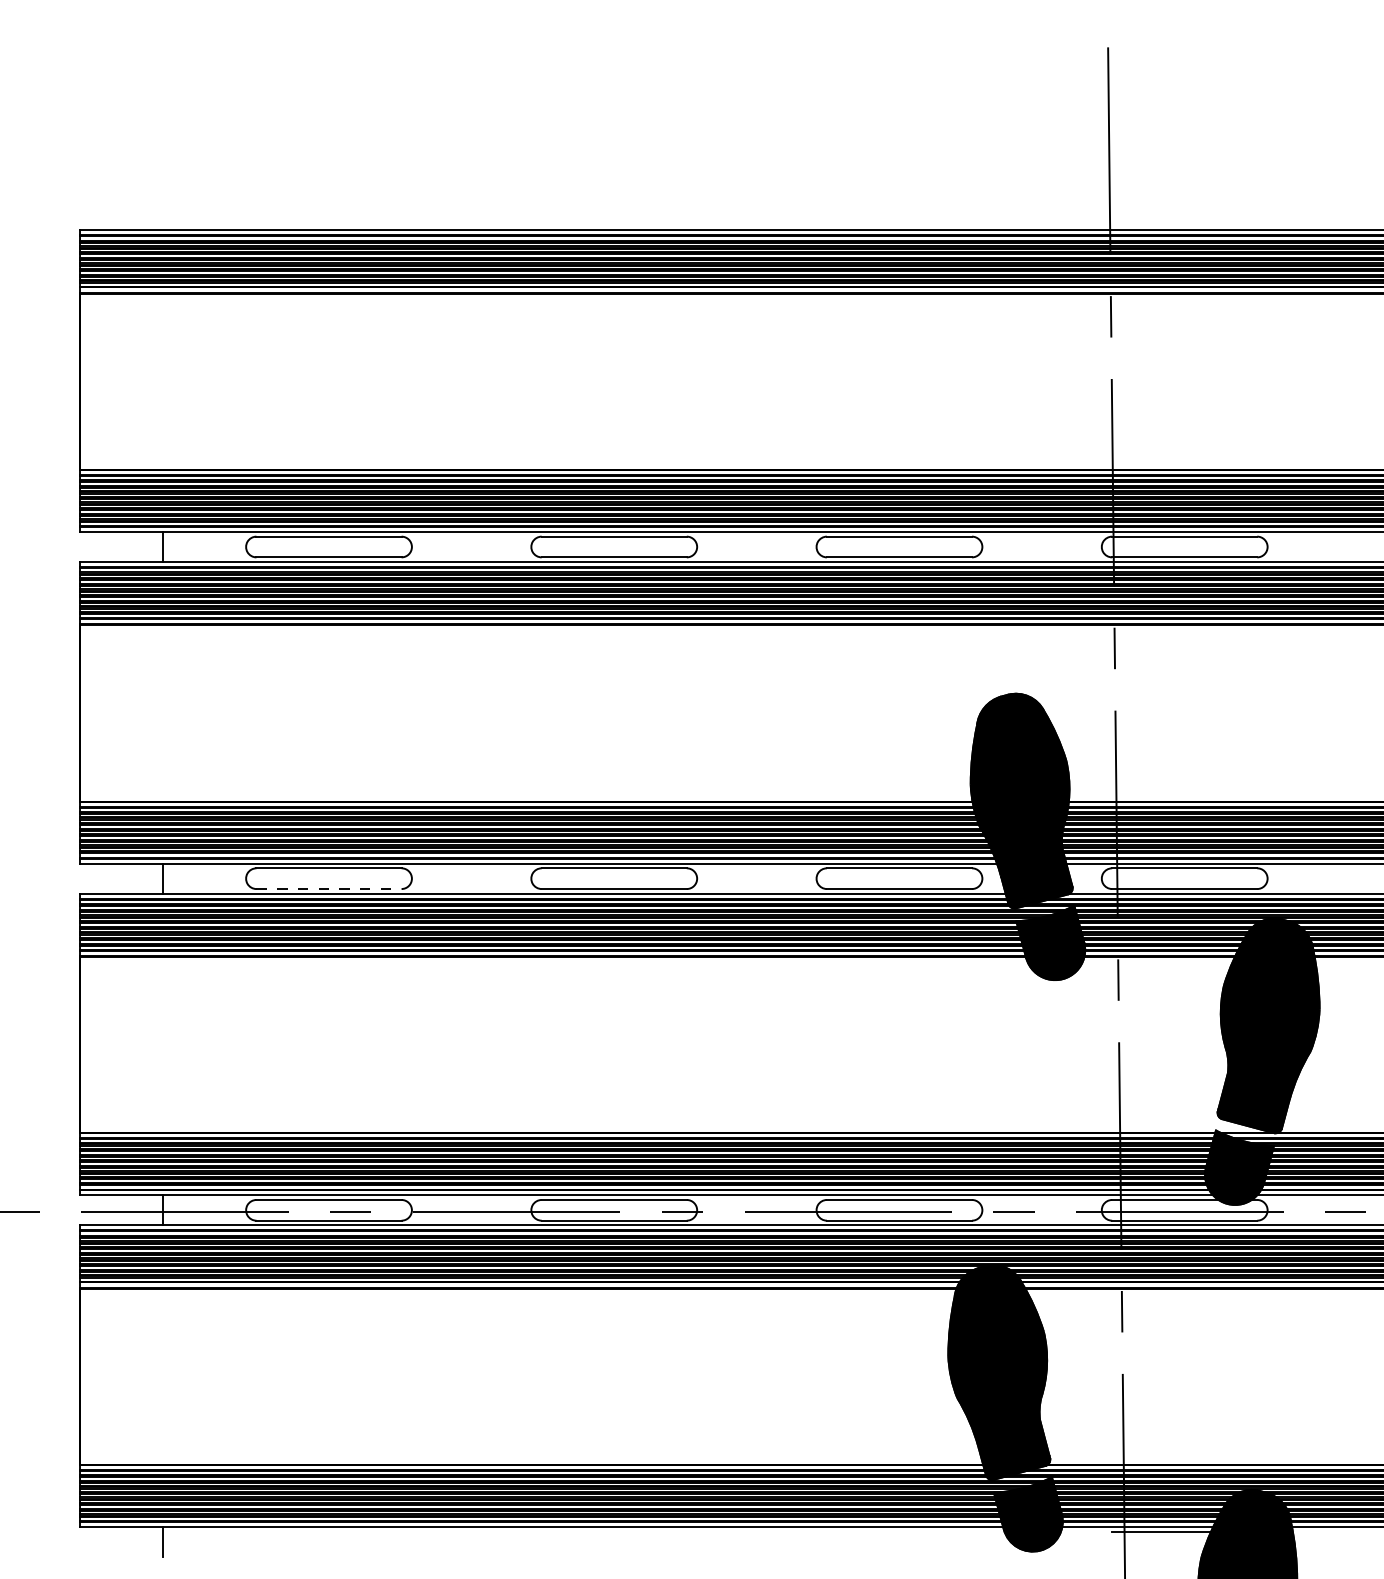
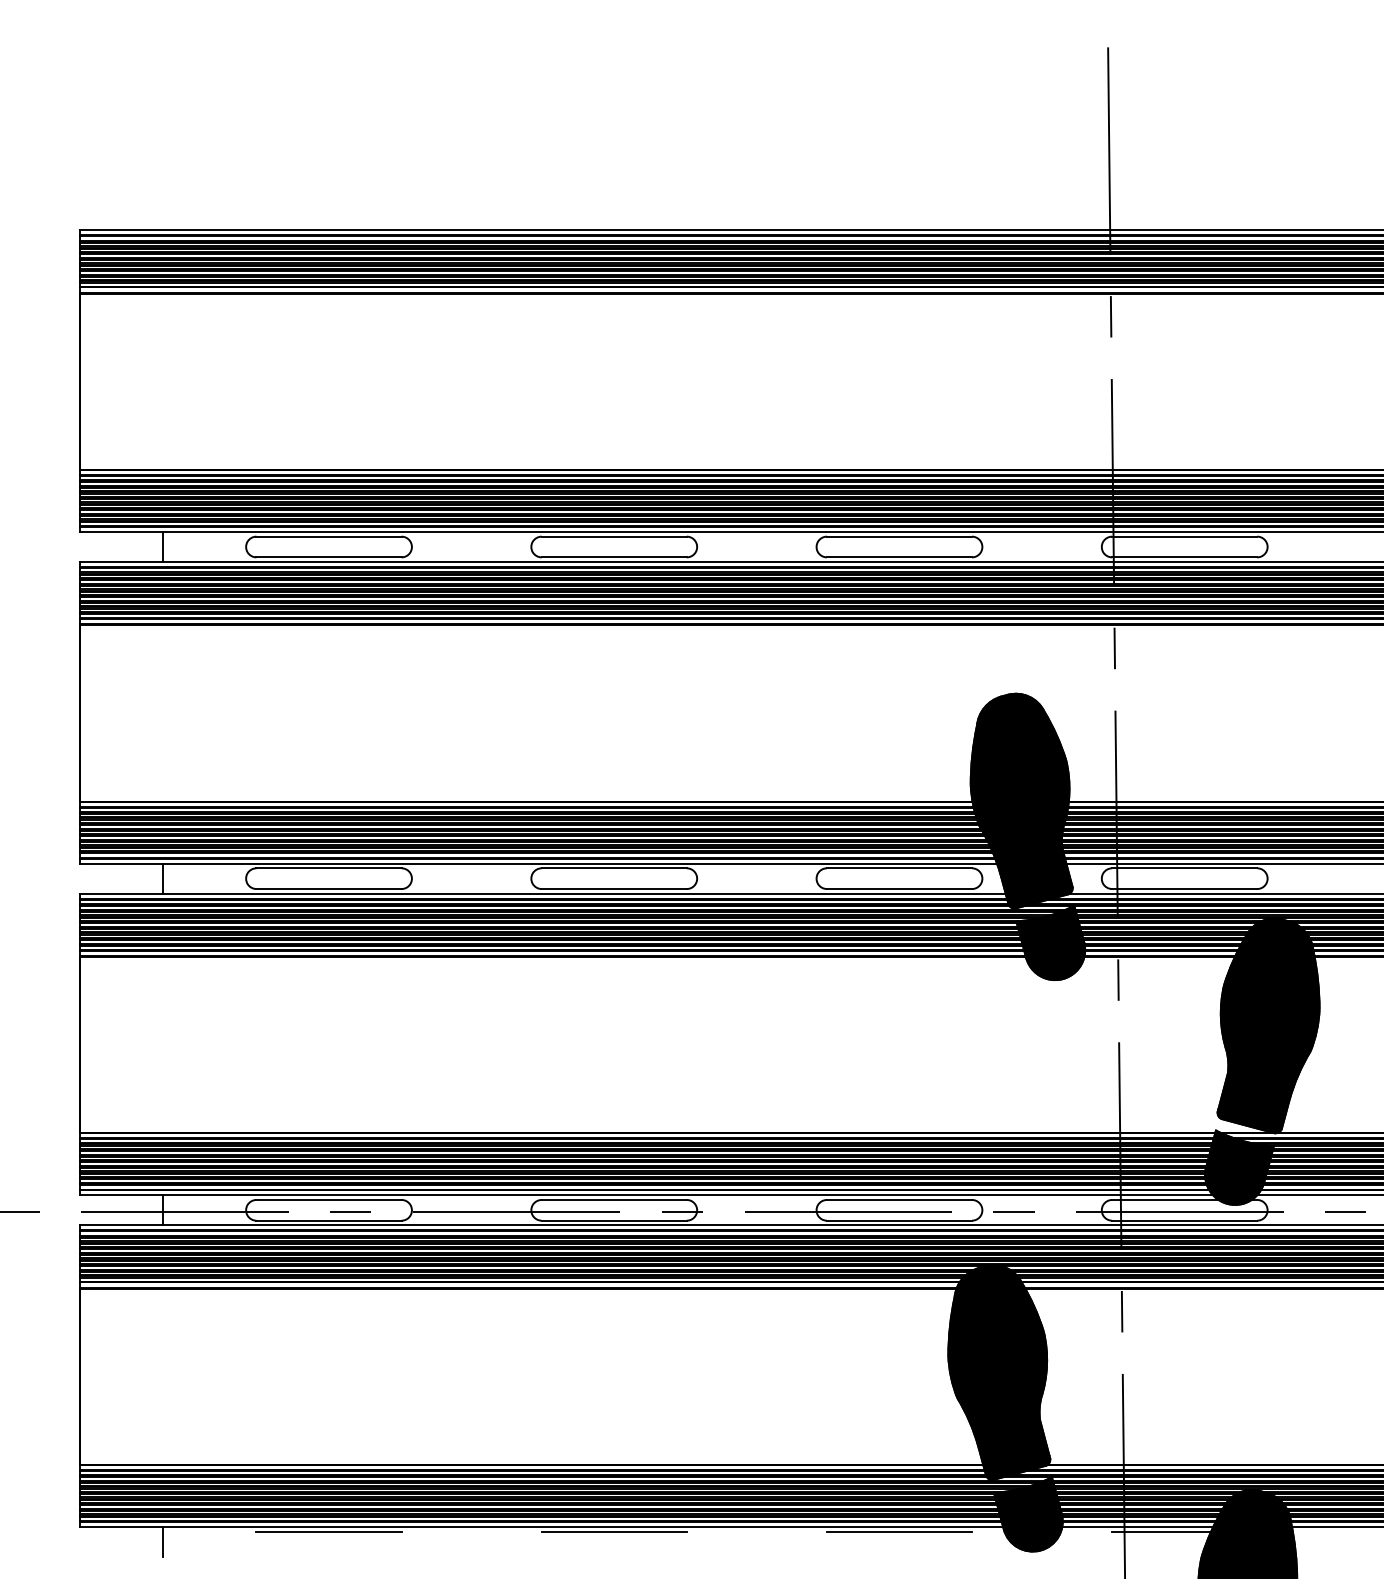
line at (329, 889): dashed -> solid
line at (328, 1531): none -> present
line at (613, 1531): none -> present
line at (899, 1531): none -> present
